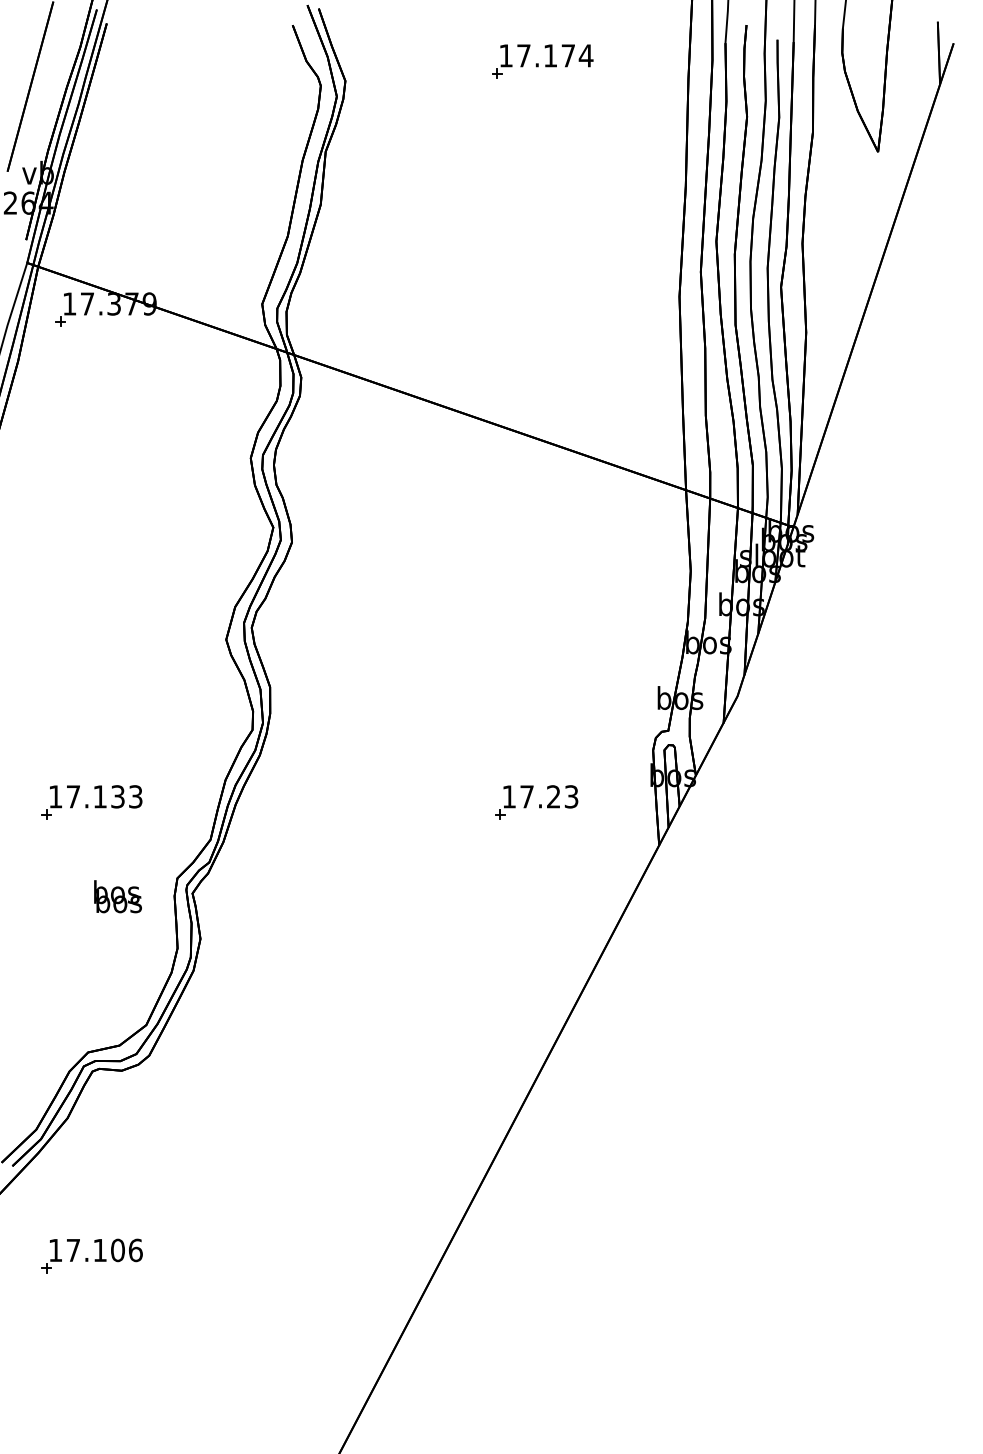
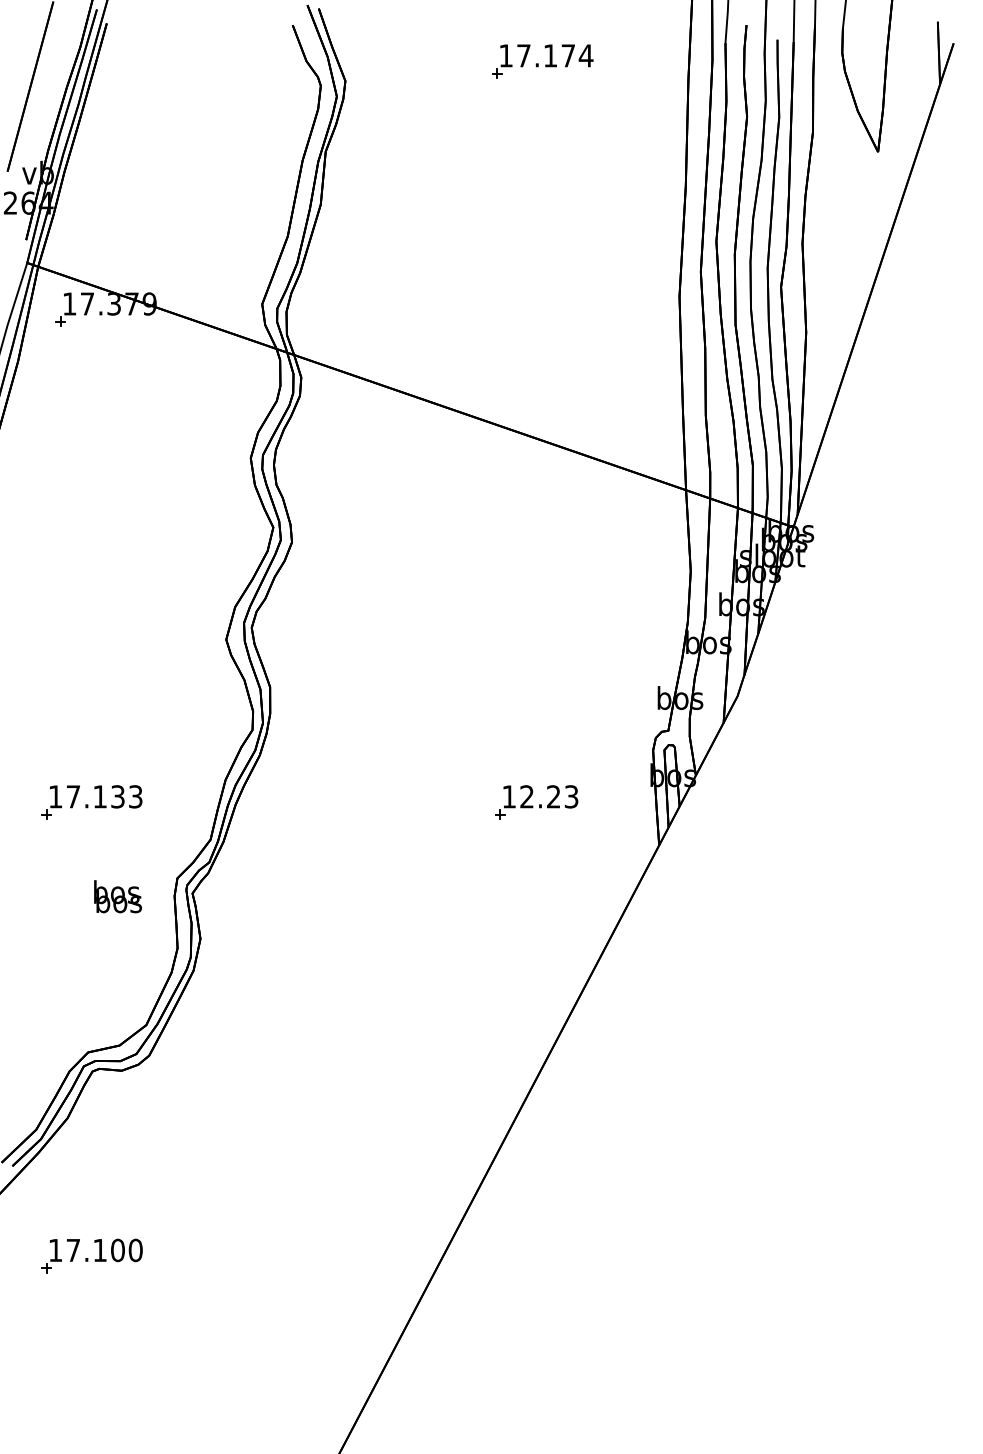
text at (526, 796): 17.23 -> 12.23
text at (135, 1249): 17.106 -> 17.100
